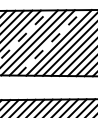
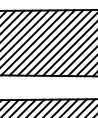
line at (24, 35): dashed -> solid
line at (51, 42): dashed -> solid
